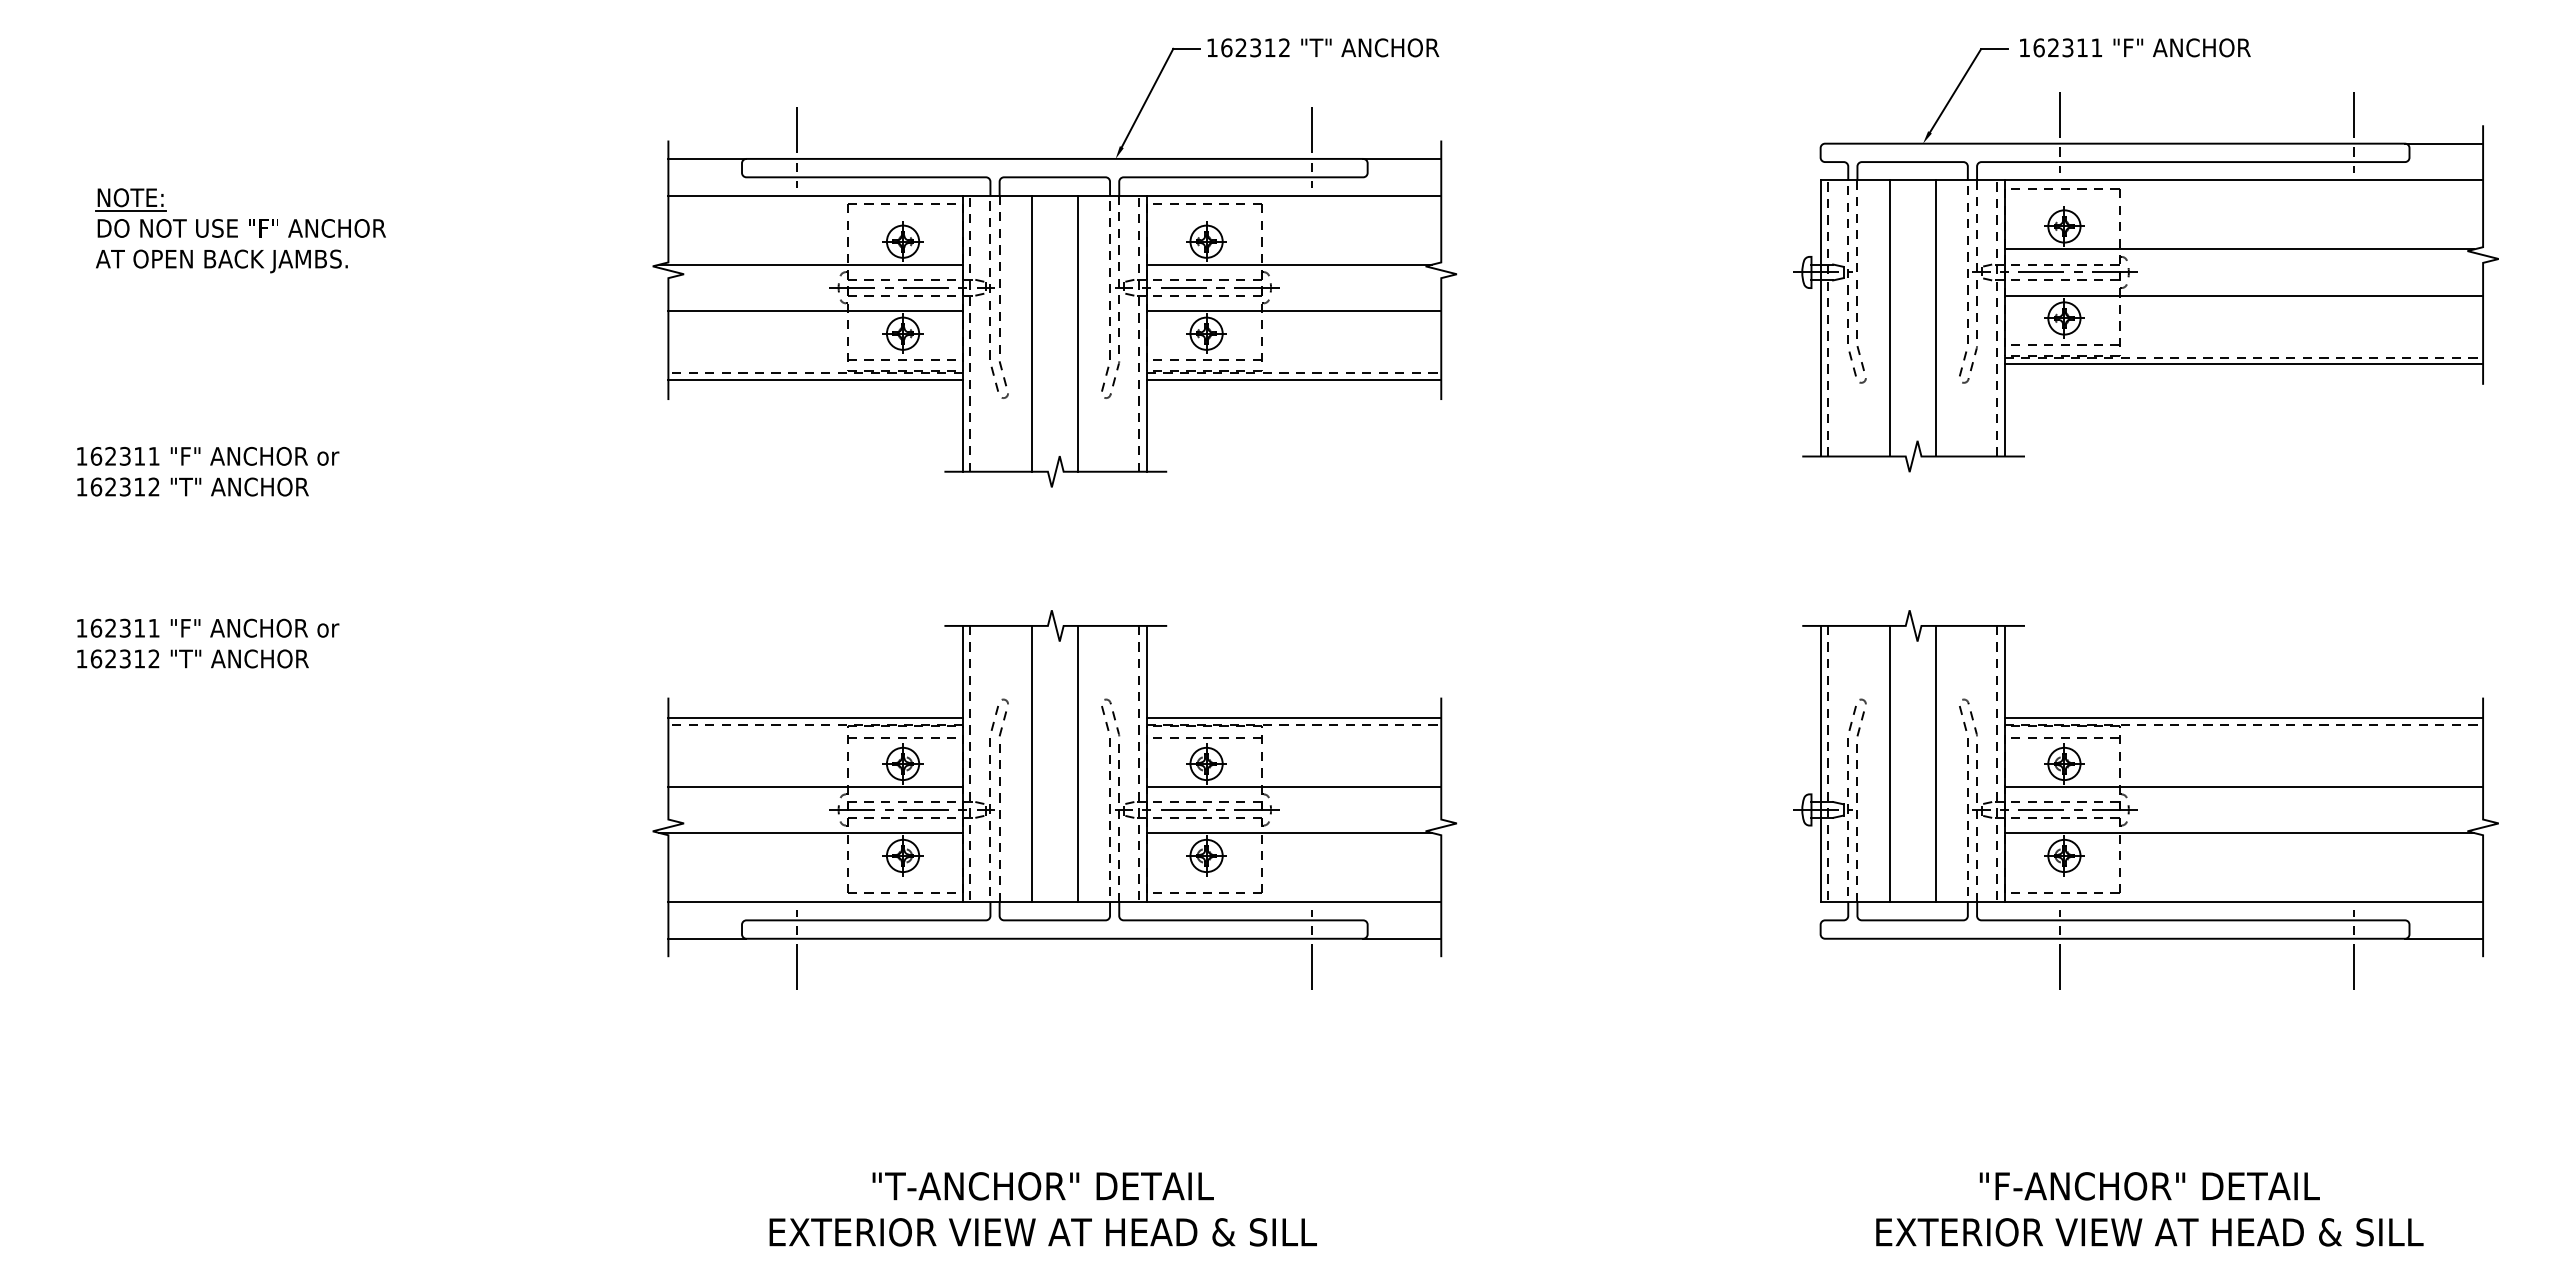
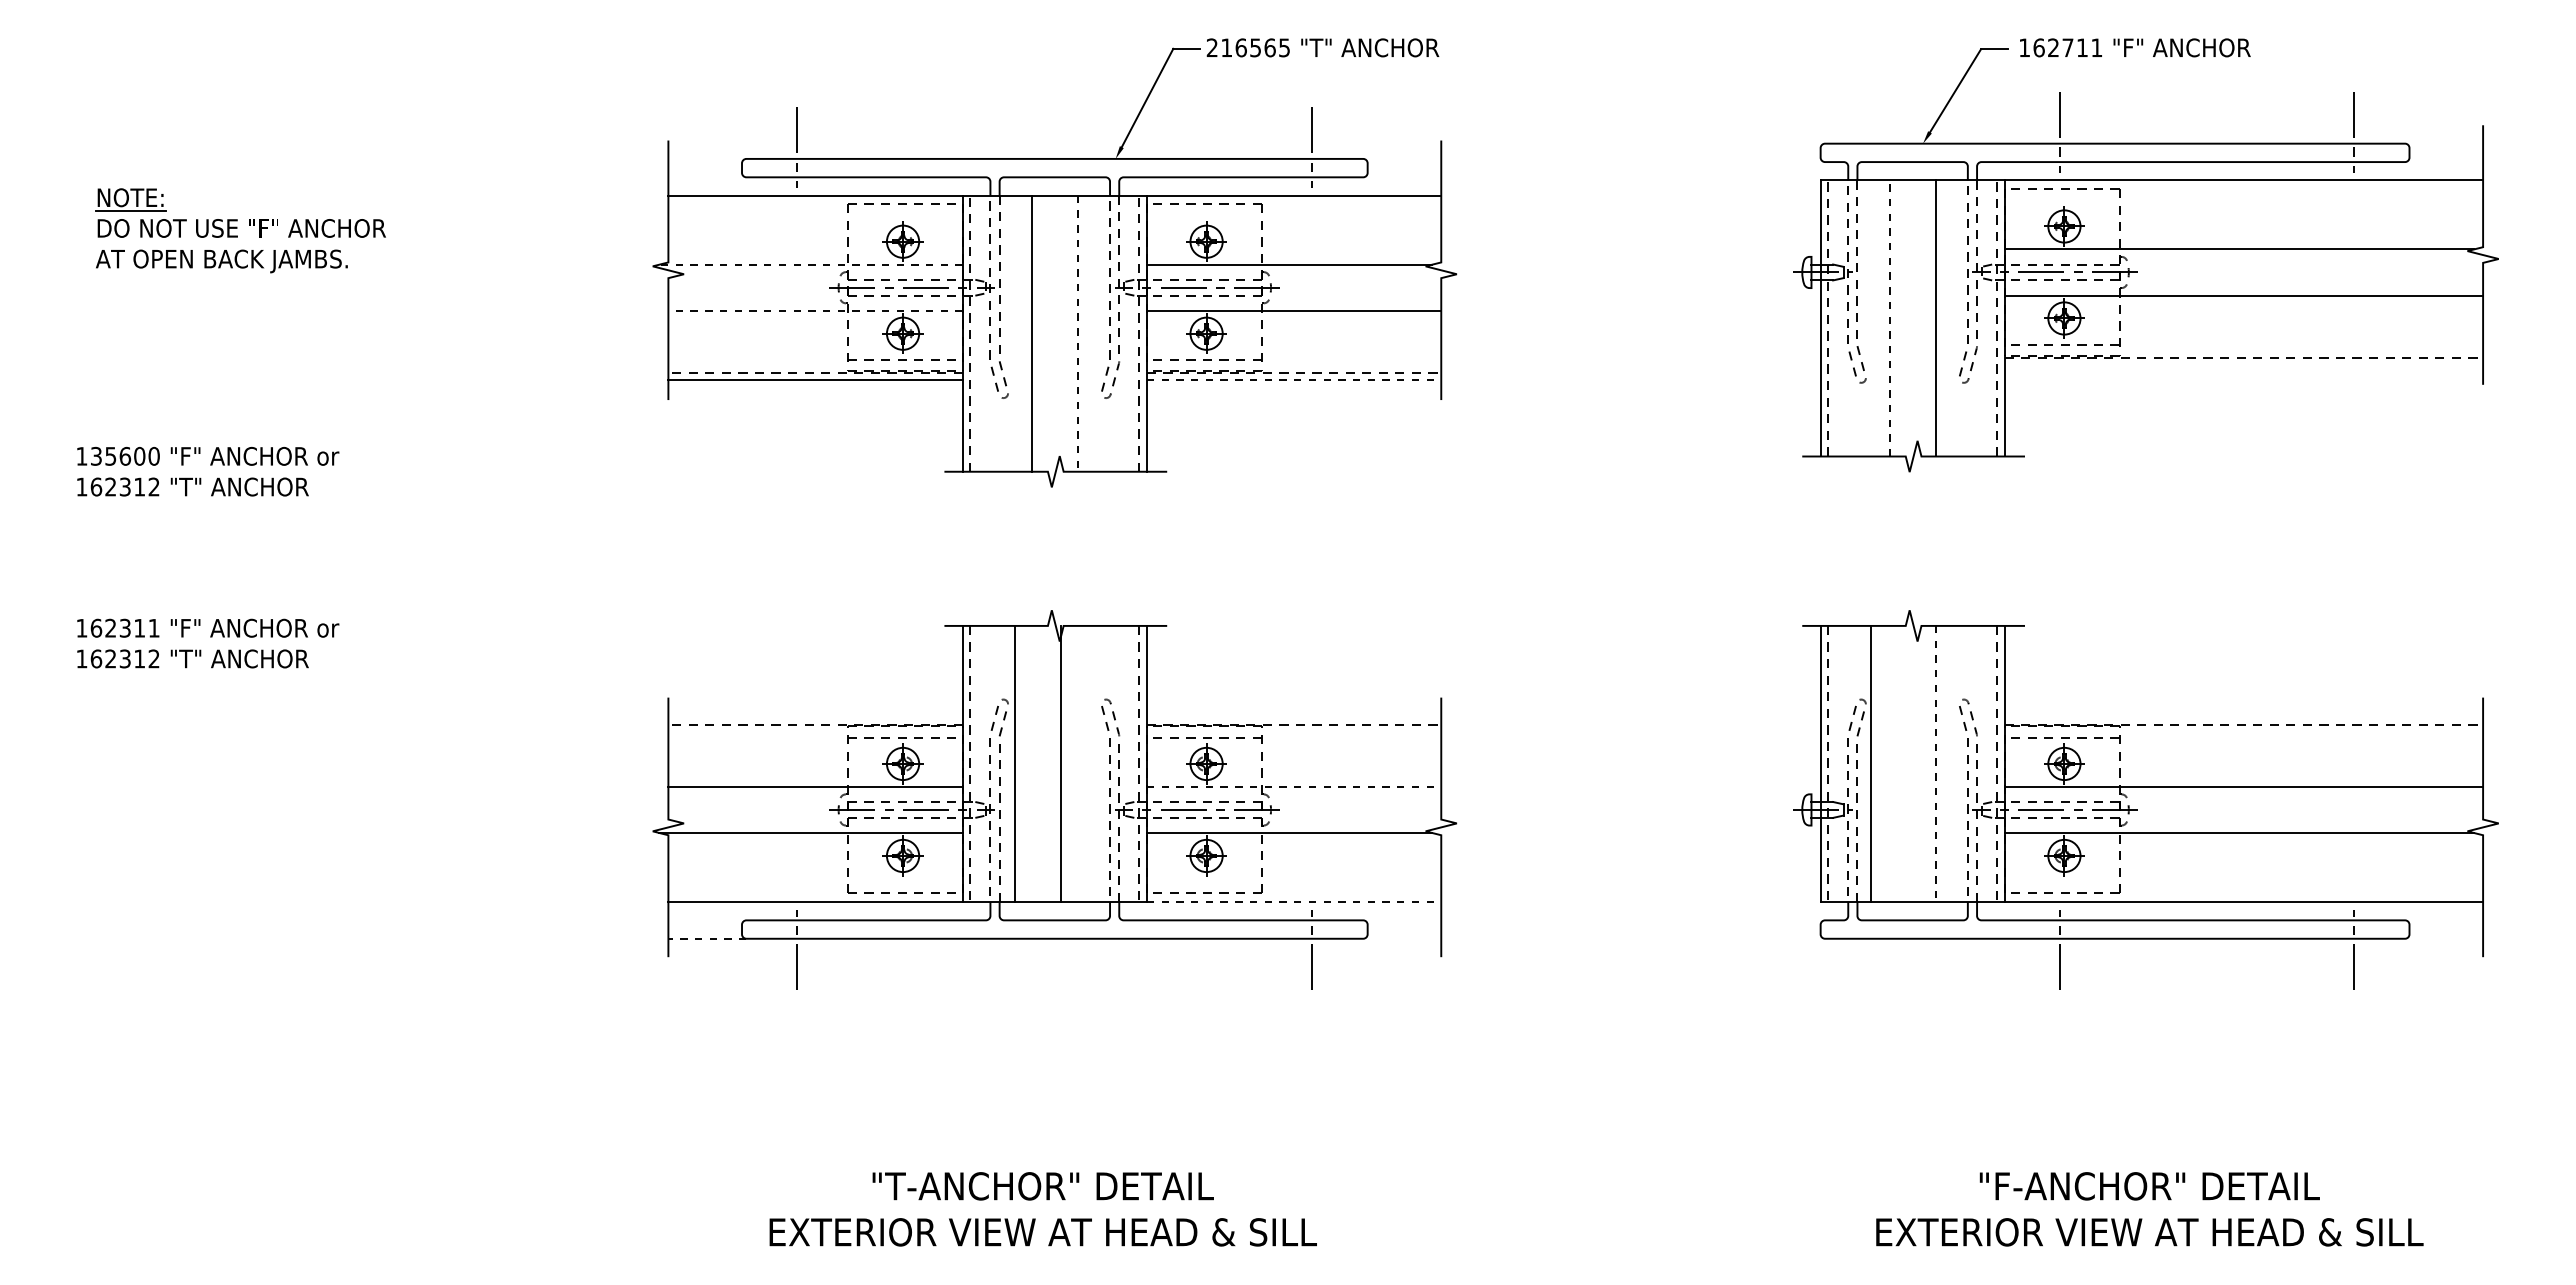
text at (1247, 47): 162312 -> 216565
text at (2067, 47): 162311 -> 162711
line at (2444, 143): present -> none
line at (707, 158): present -> none
line at (1402, 158): present -> none
line at (811, 264): solid -> dashed
line at (815, 310): solid -> dashed
line at (1889, 317): solid -> dashed
line at (1077, 334): solid -> dashed
line at (2243, 364): present -> none
line at (1294, 379): solid -> dashed
text at (124, 455): 162311 -> 135600
line at (815, 717): present -> none
line at (1293, 717): present -> none
line at (2243, 717): present -> none
line at (1031, 763) position: (1031, 763) -> (1014, 763)
line at (1077, 763) position: (1077, 763) -> (1060, 763)
line at (1889, 763) position: (1889, 763) -> (1870, 763)
line at (1935, 764): solid -> dashed
line at (1294, 786): solid -> dashed
line at (1294, 901): solid -> dashed
line at (706, 938): solid -> dashed
line at (1402, 938): present -> none
line at (2444, 938): present -> none
